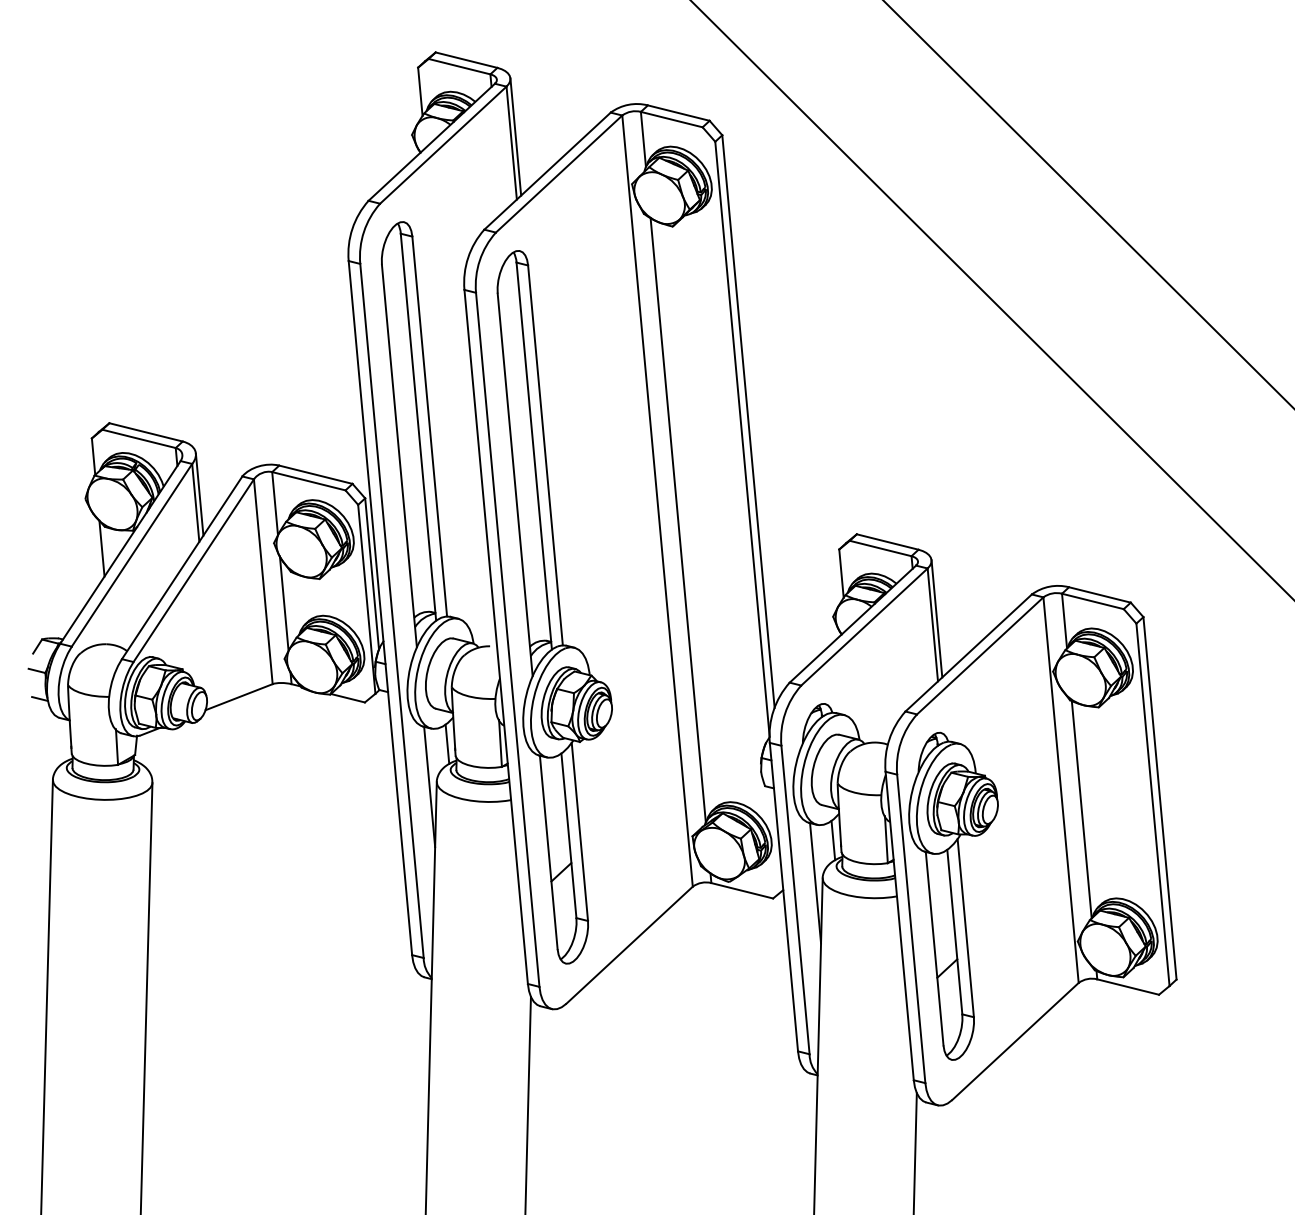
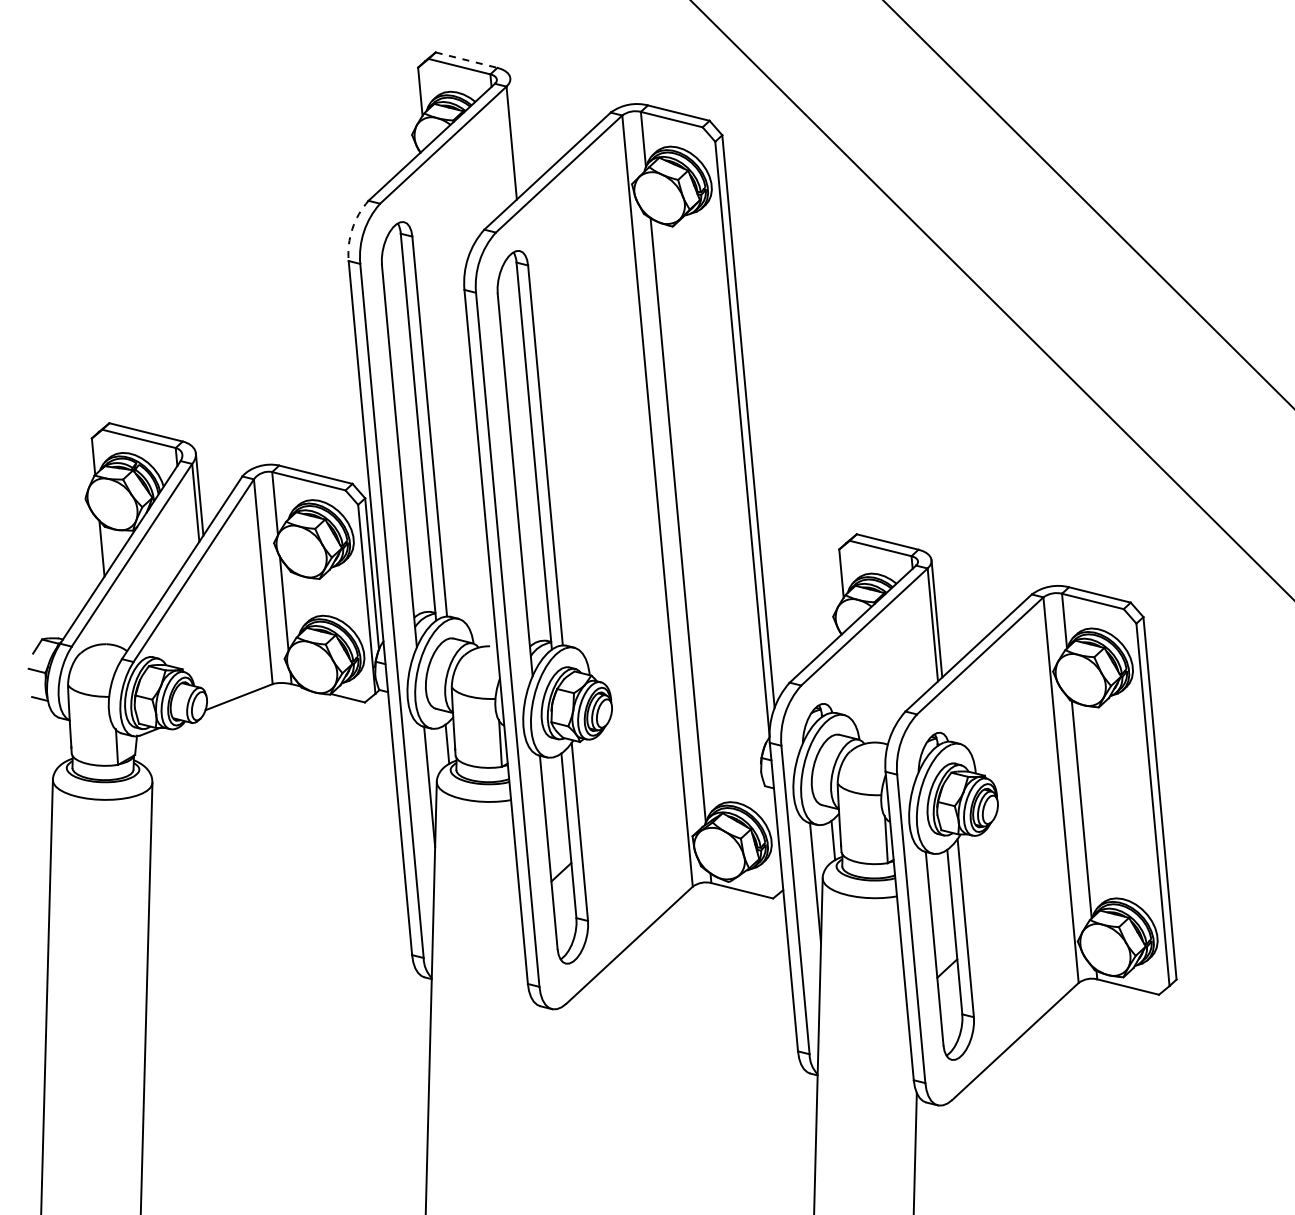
line at (466, 60): solid -> dashed
line at (515, 136): present -> none
arc at (352, 228): solid -> dashed
line at (527, 1103): present -> none
